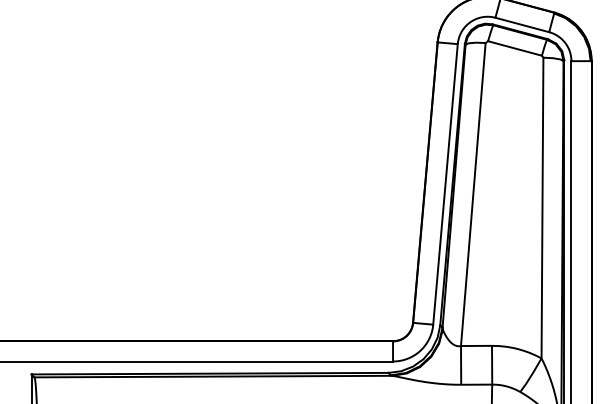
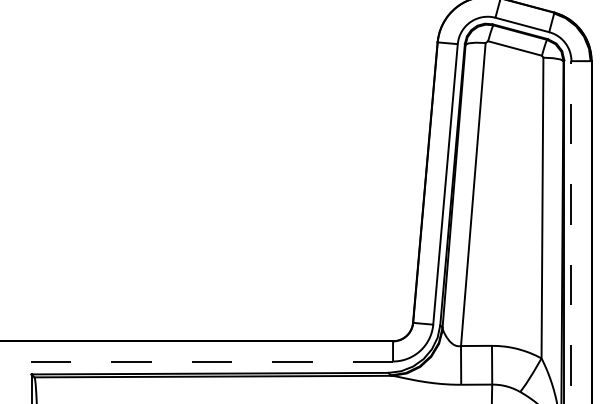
line at (571, 231): solid -> dashed
line at (196, 361): solid -> dashed
